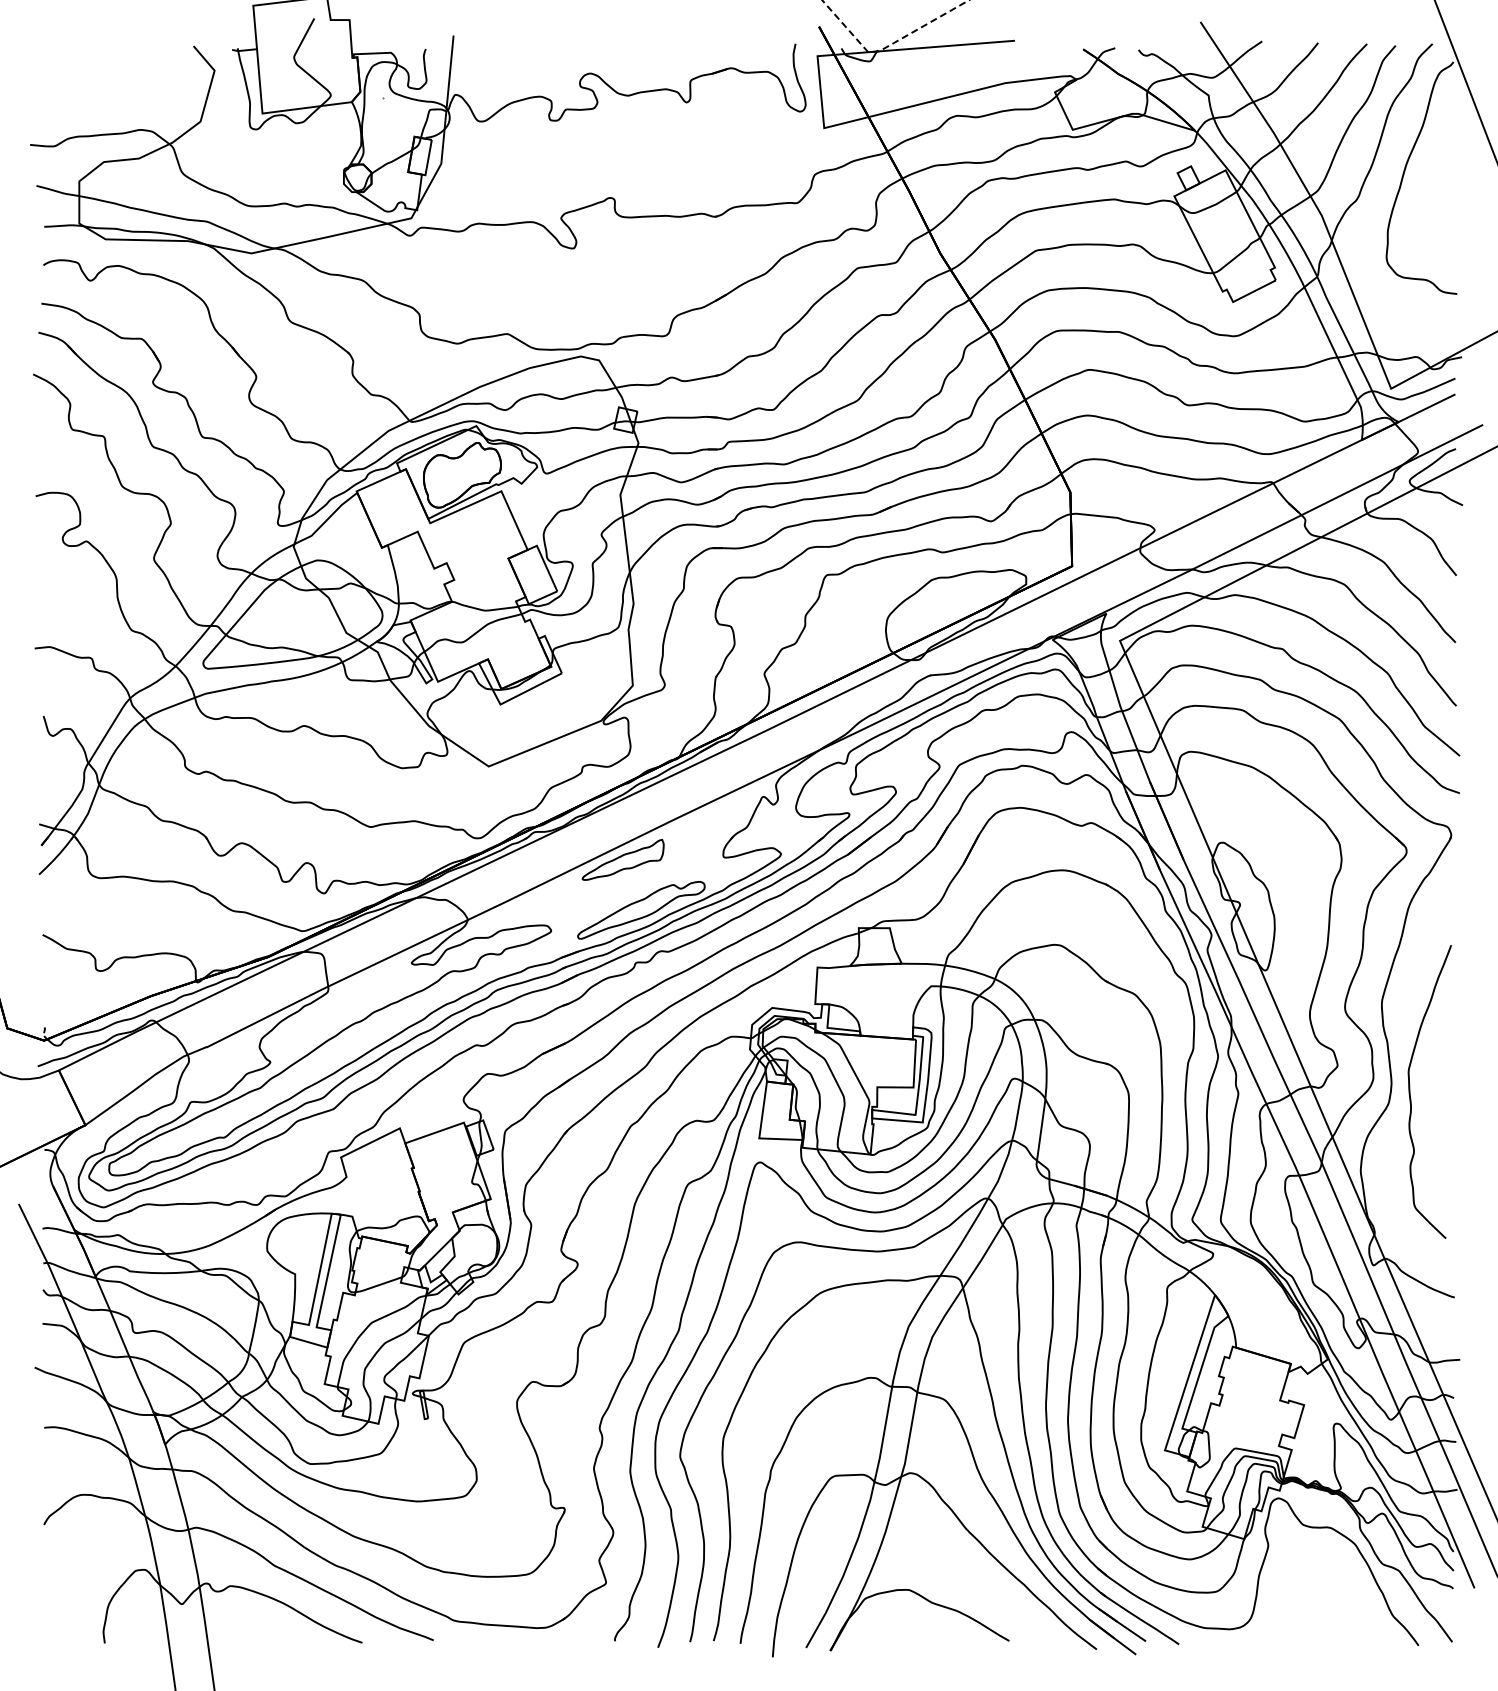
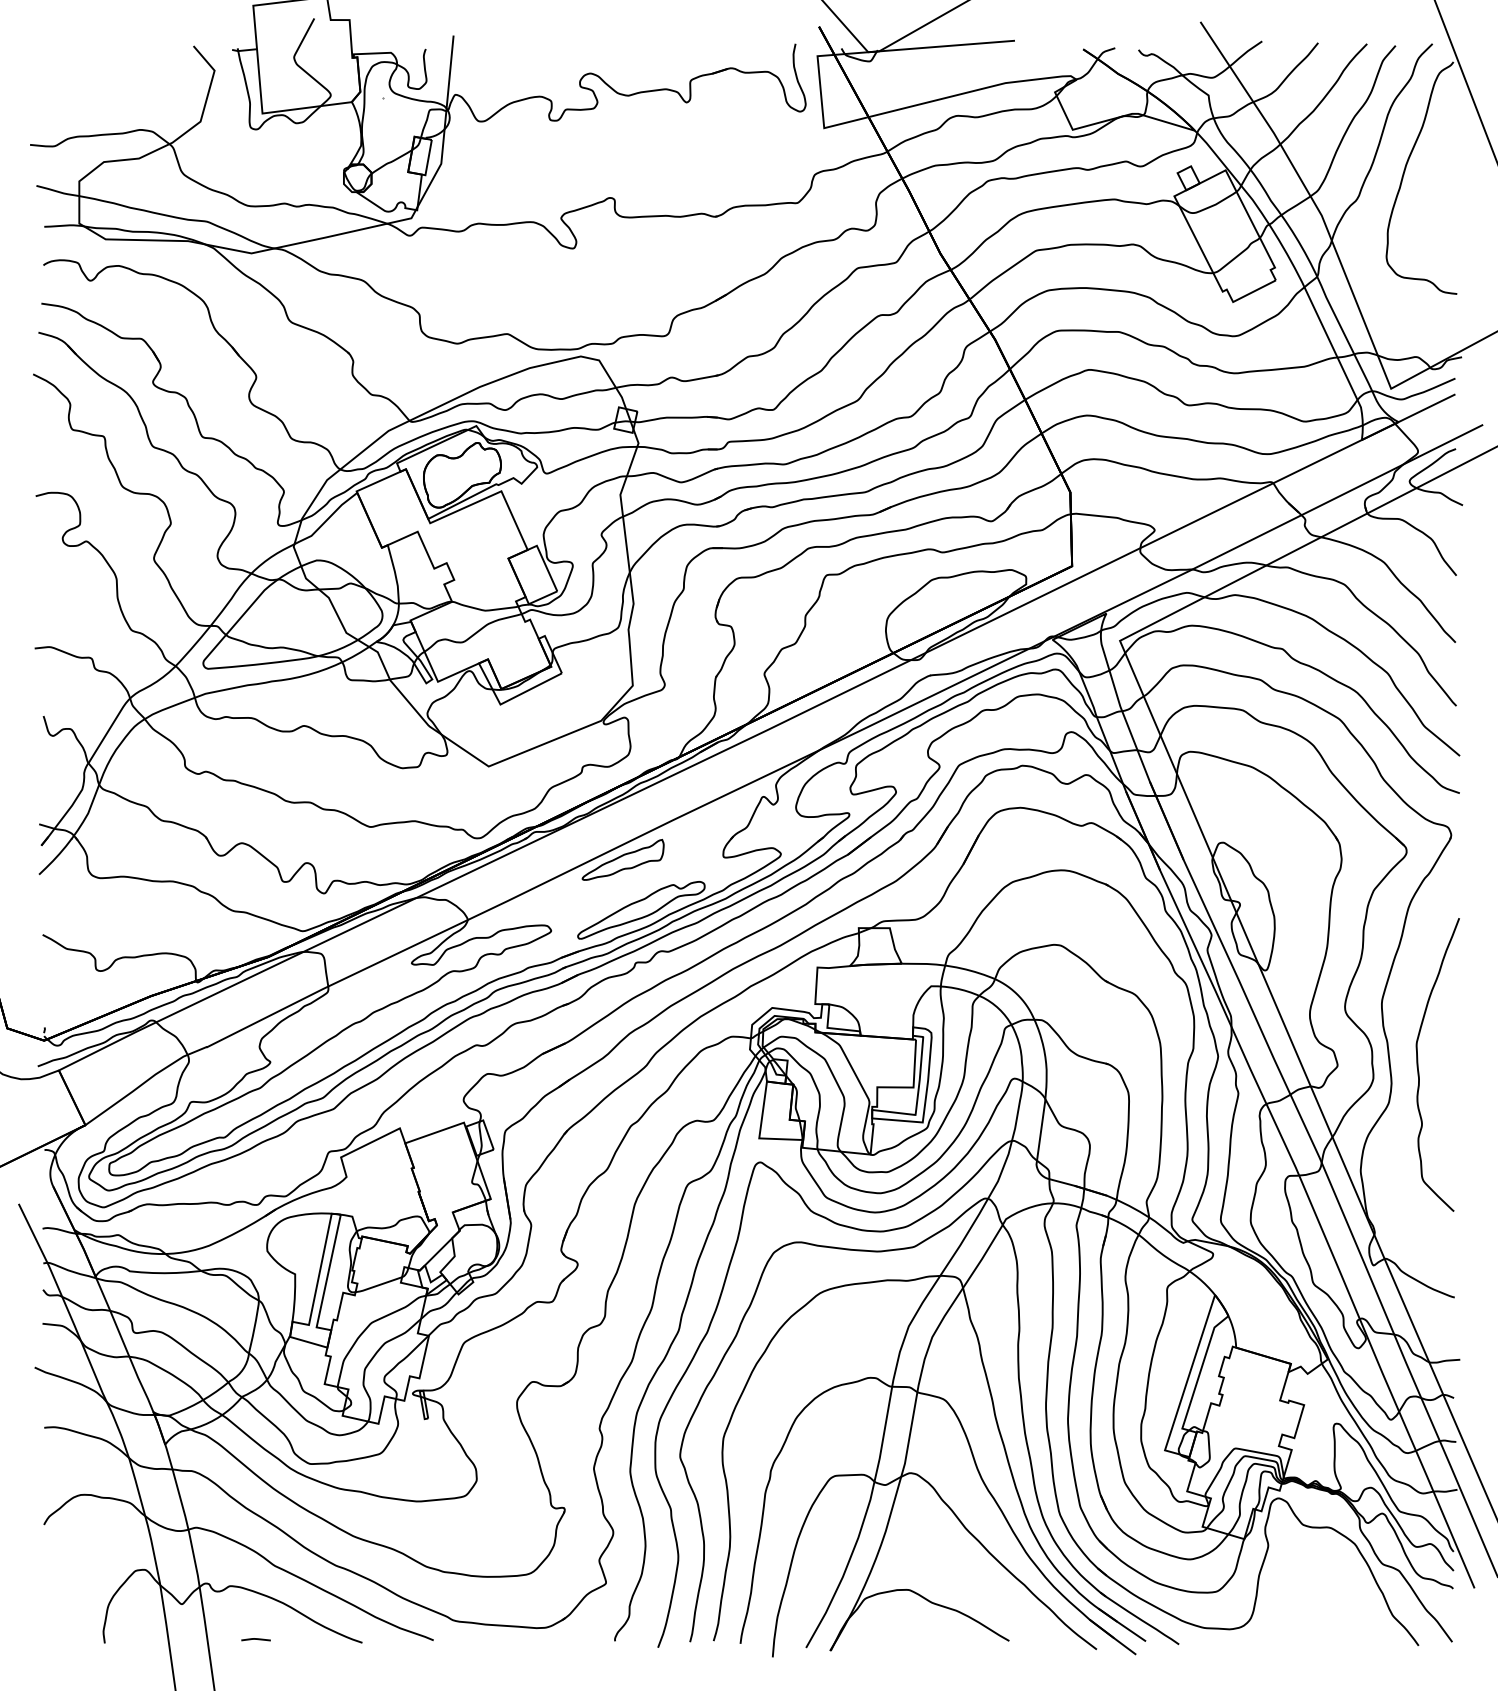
line at (887, 46): dashed -> solid
curve at (1410, 1091) position: (1410, 1091) -> (1418, 1064)
line at (255, 1639): none -> present
